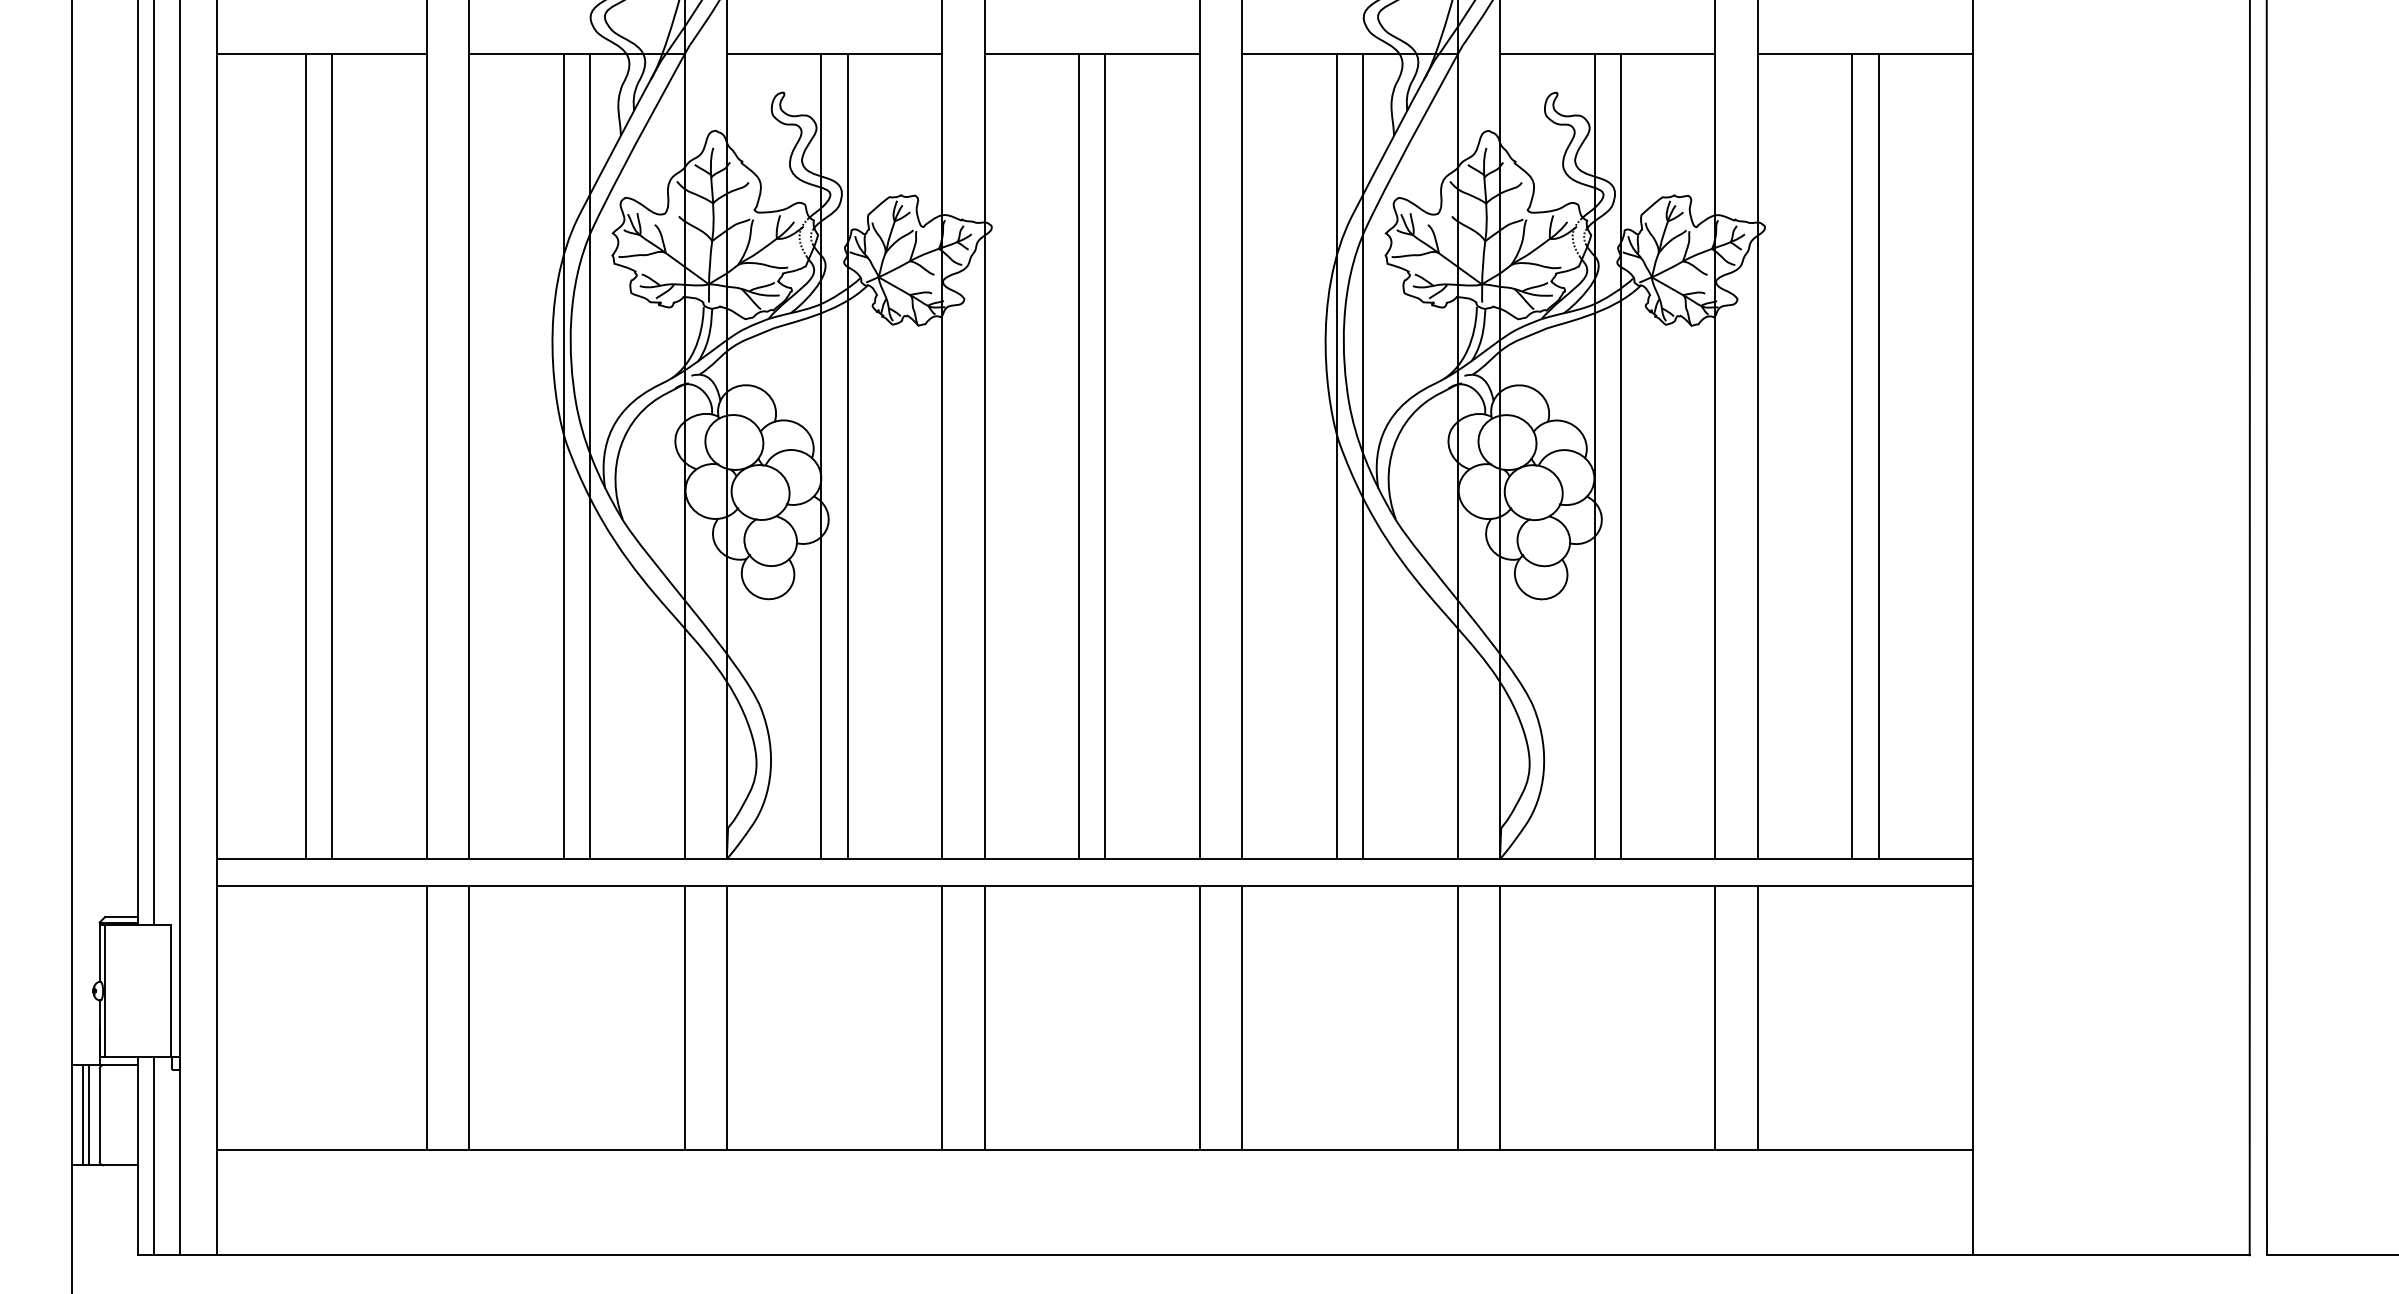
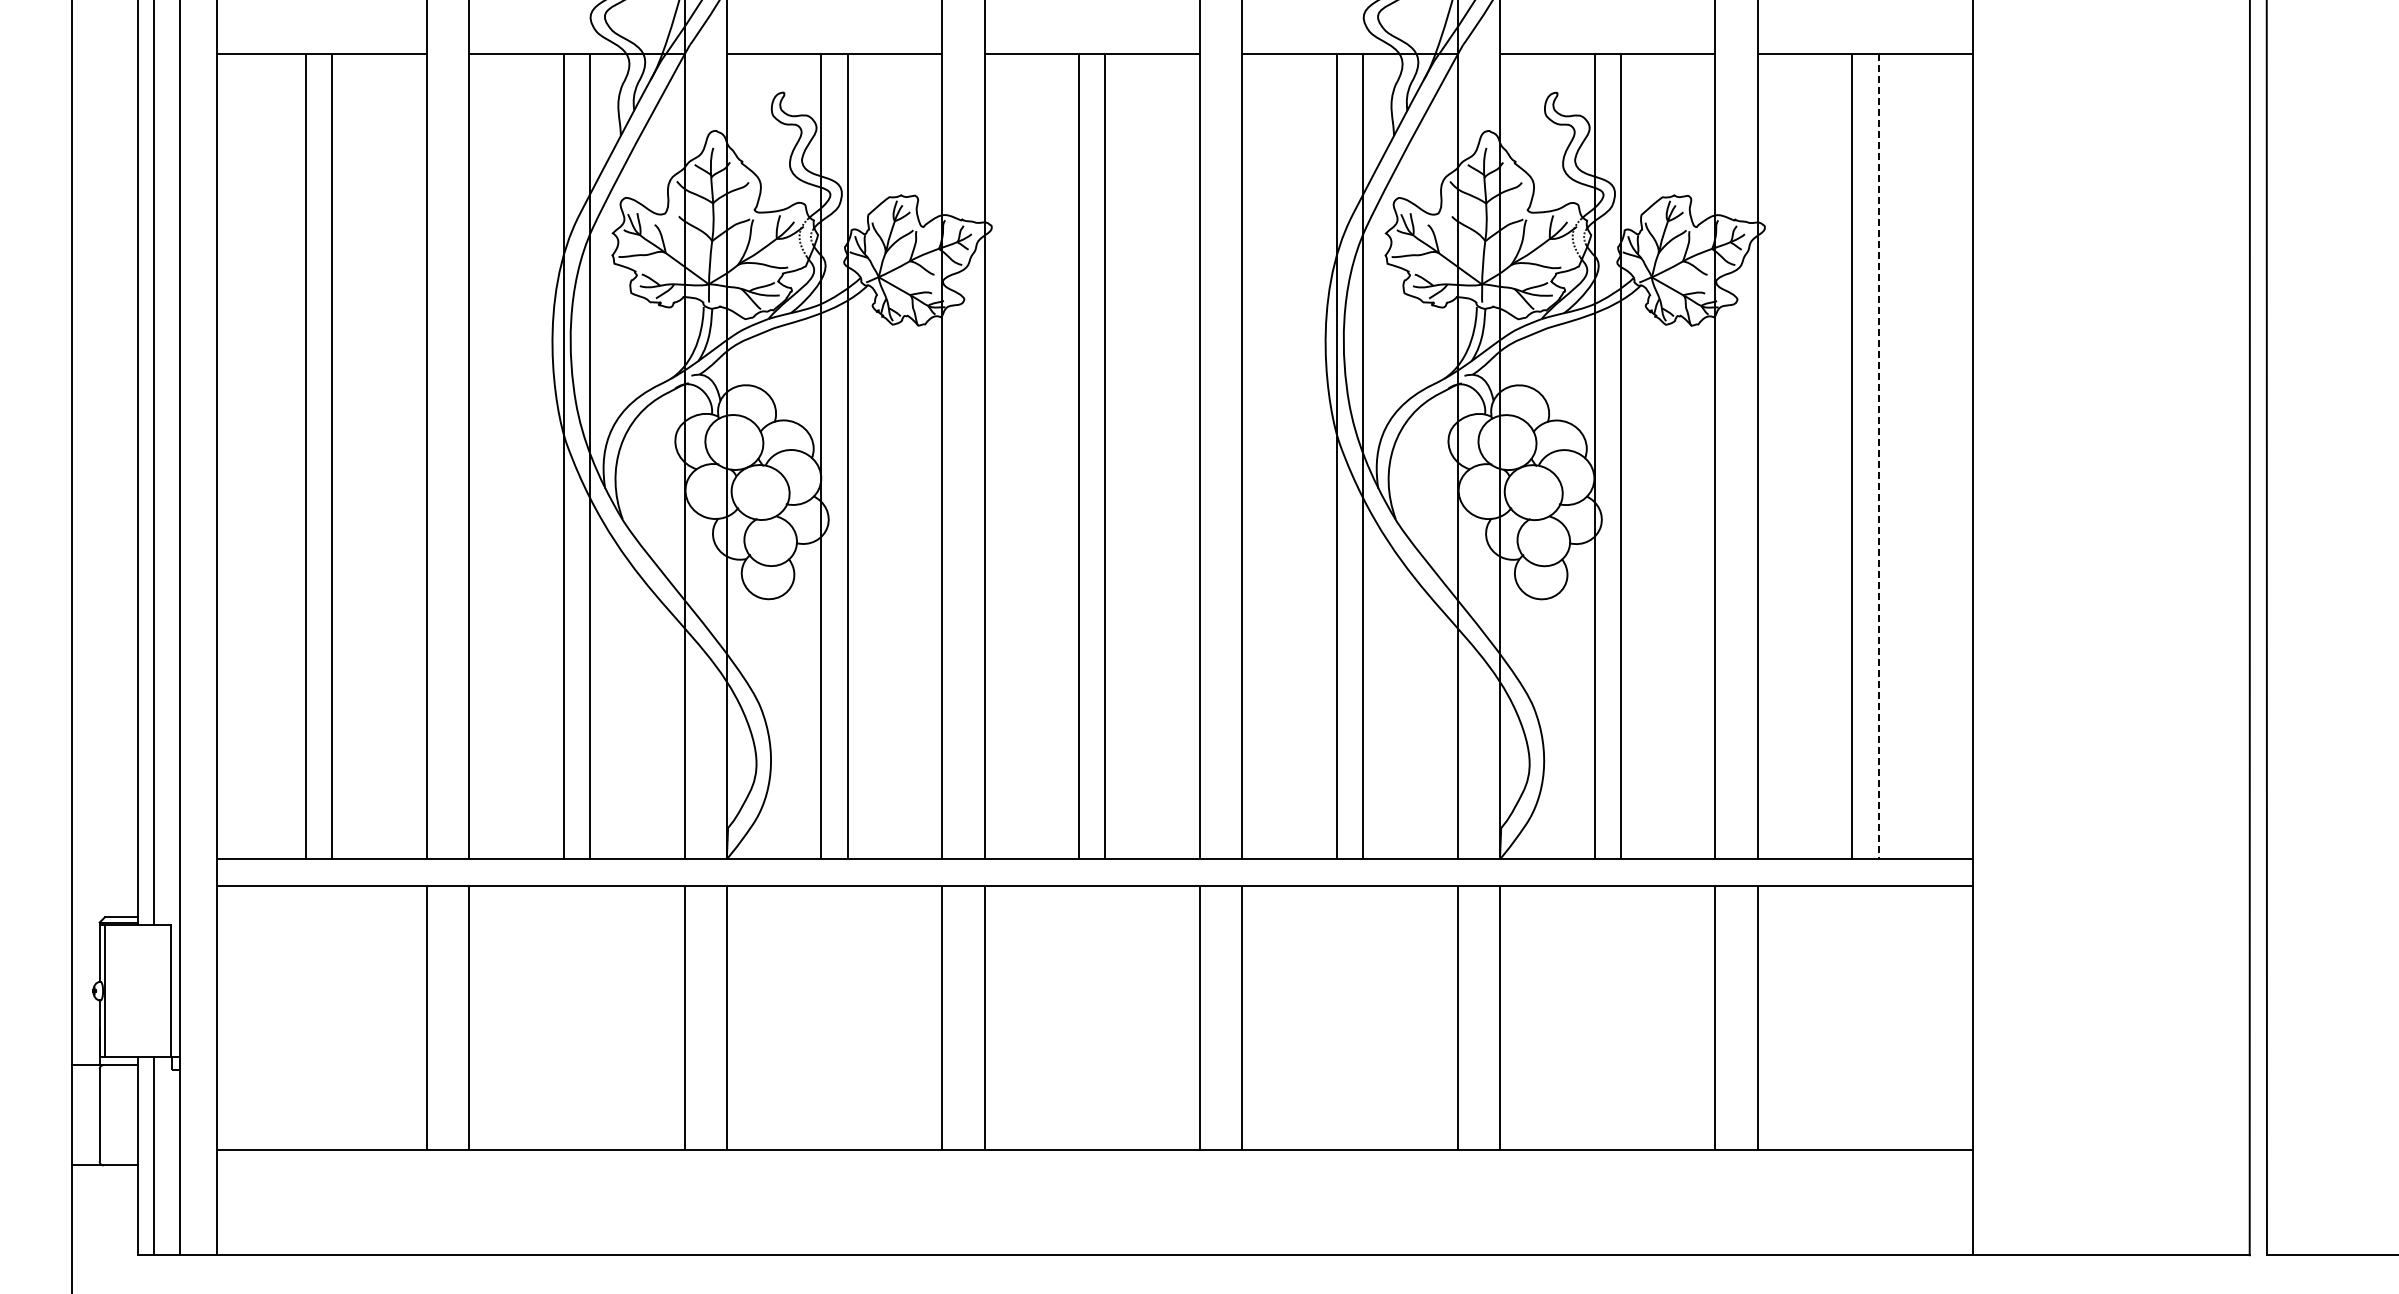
line at (1878, 456): solid -> dashed
line at (82, 1115): present -> none
line at (89, 1115): present -> none
